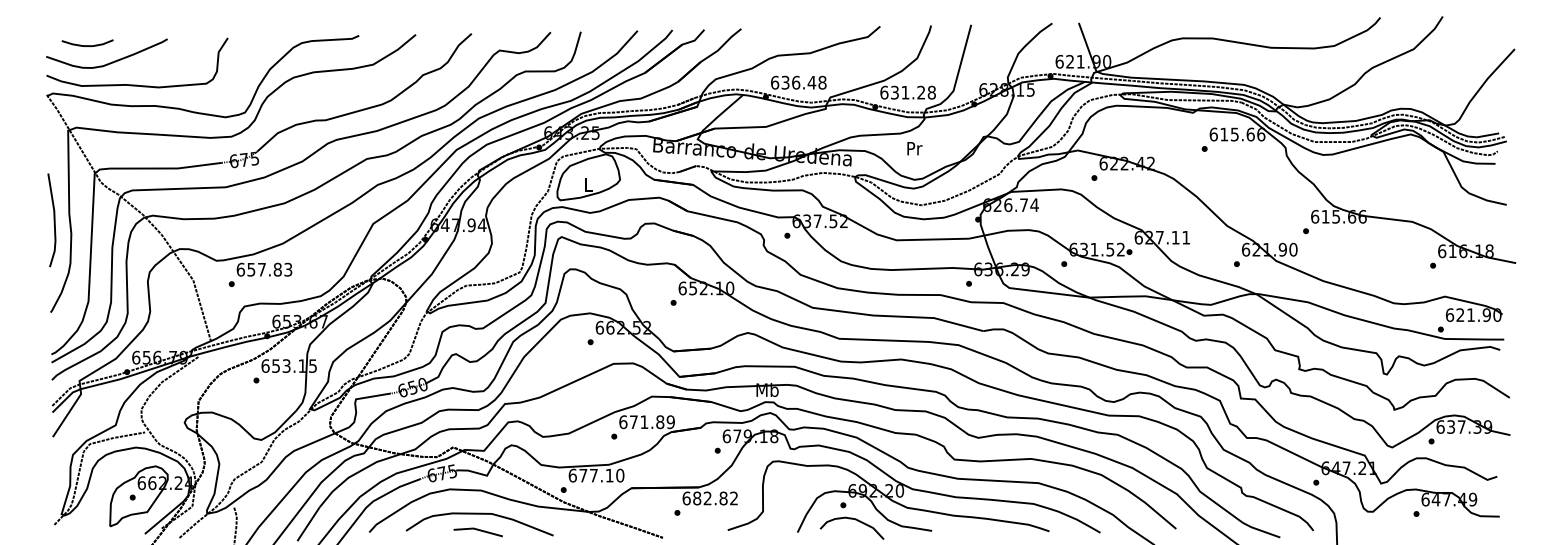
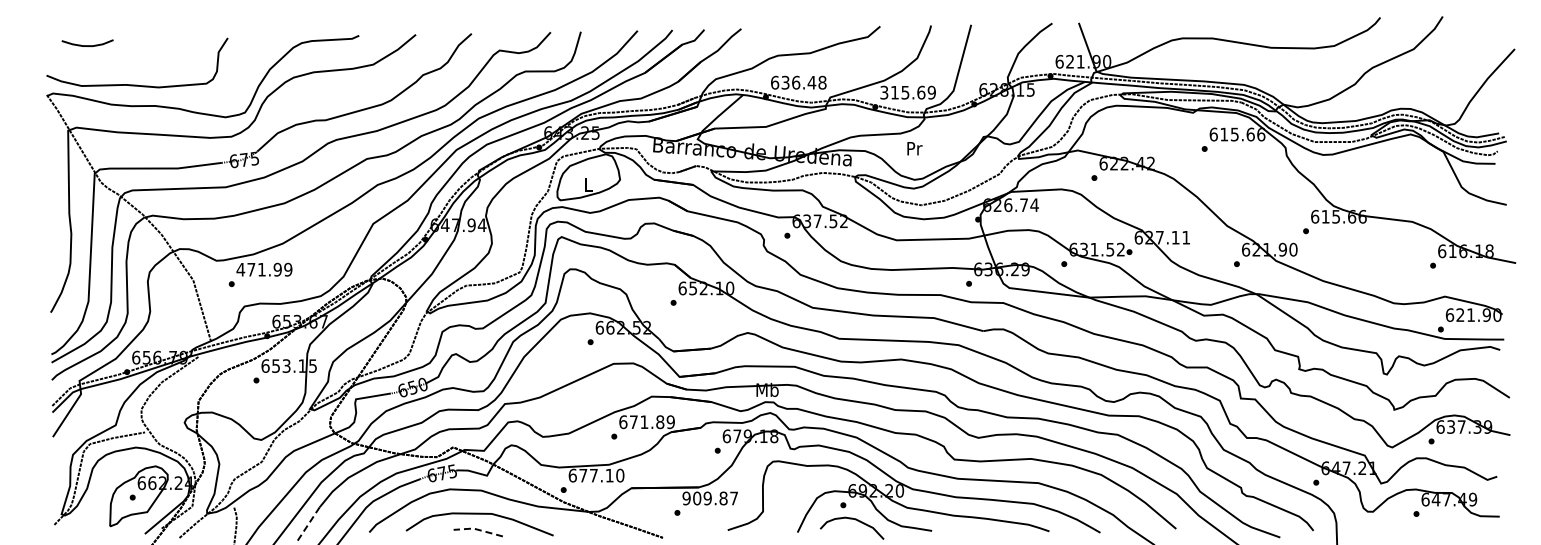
curve at (109, 62): present -> none
text at (907, 92): 631.28 -> 315.69
line at (53, 220): present -> none
text at (264, 269): 657.83 -> 471.99
text at (709, 498): 682.82 -> 909.87
line at (308, 524): solid -> dashed
line at (478, 529): solid -> dashed
